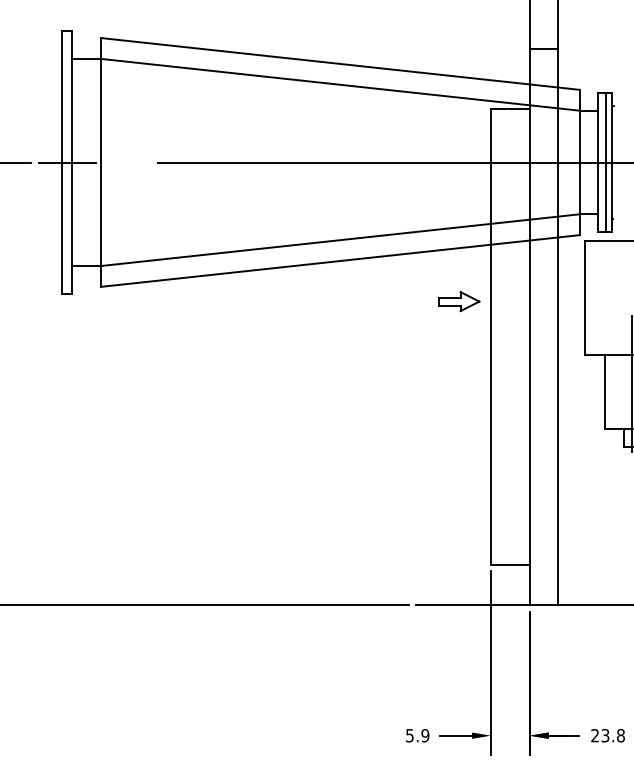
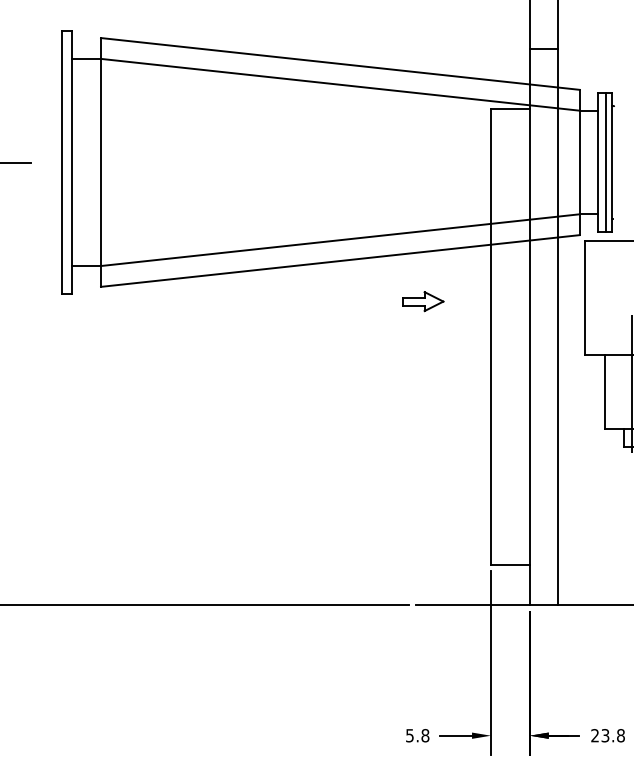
line at (334, 162): present -> none
part at (459, 301) position: (459, 301) -> (423, 301)
text at (425, 735): 5.9 -> 5.8
